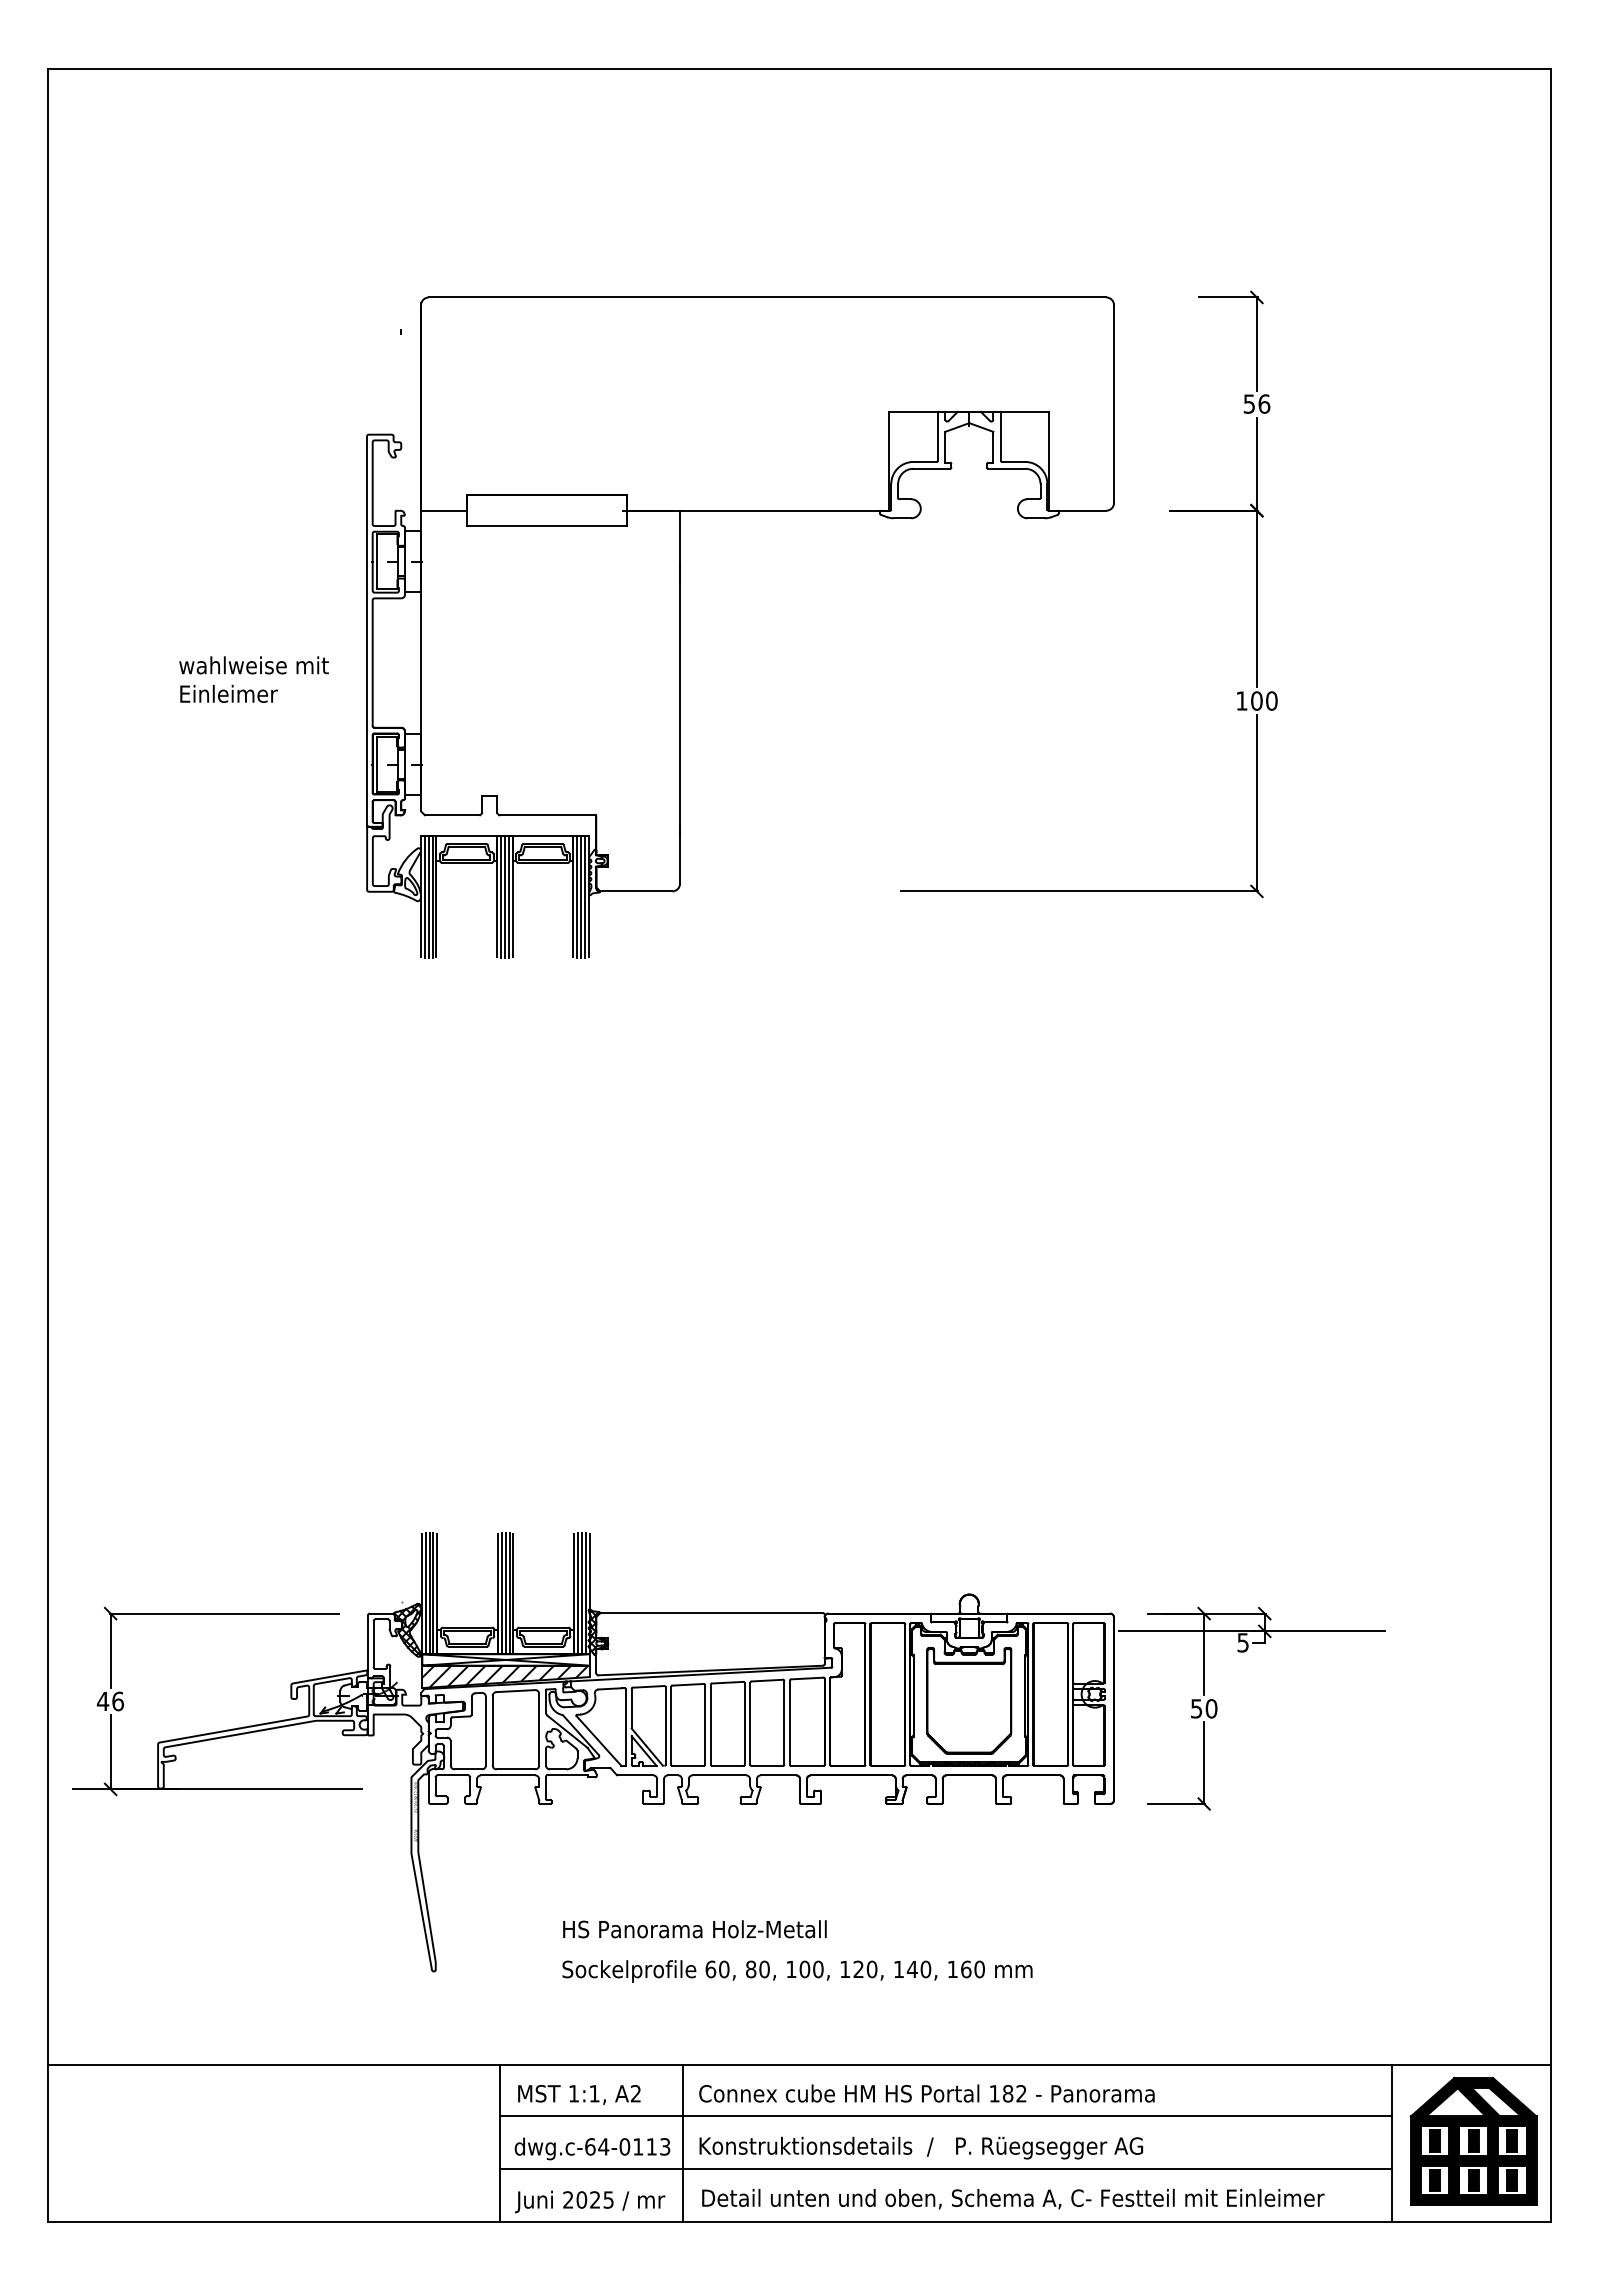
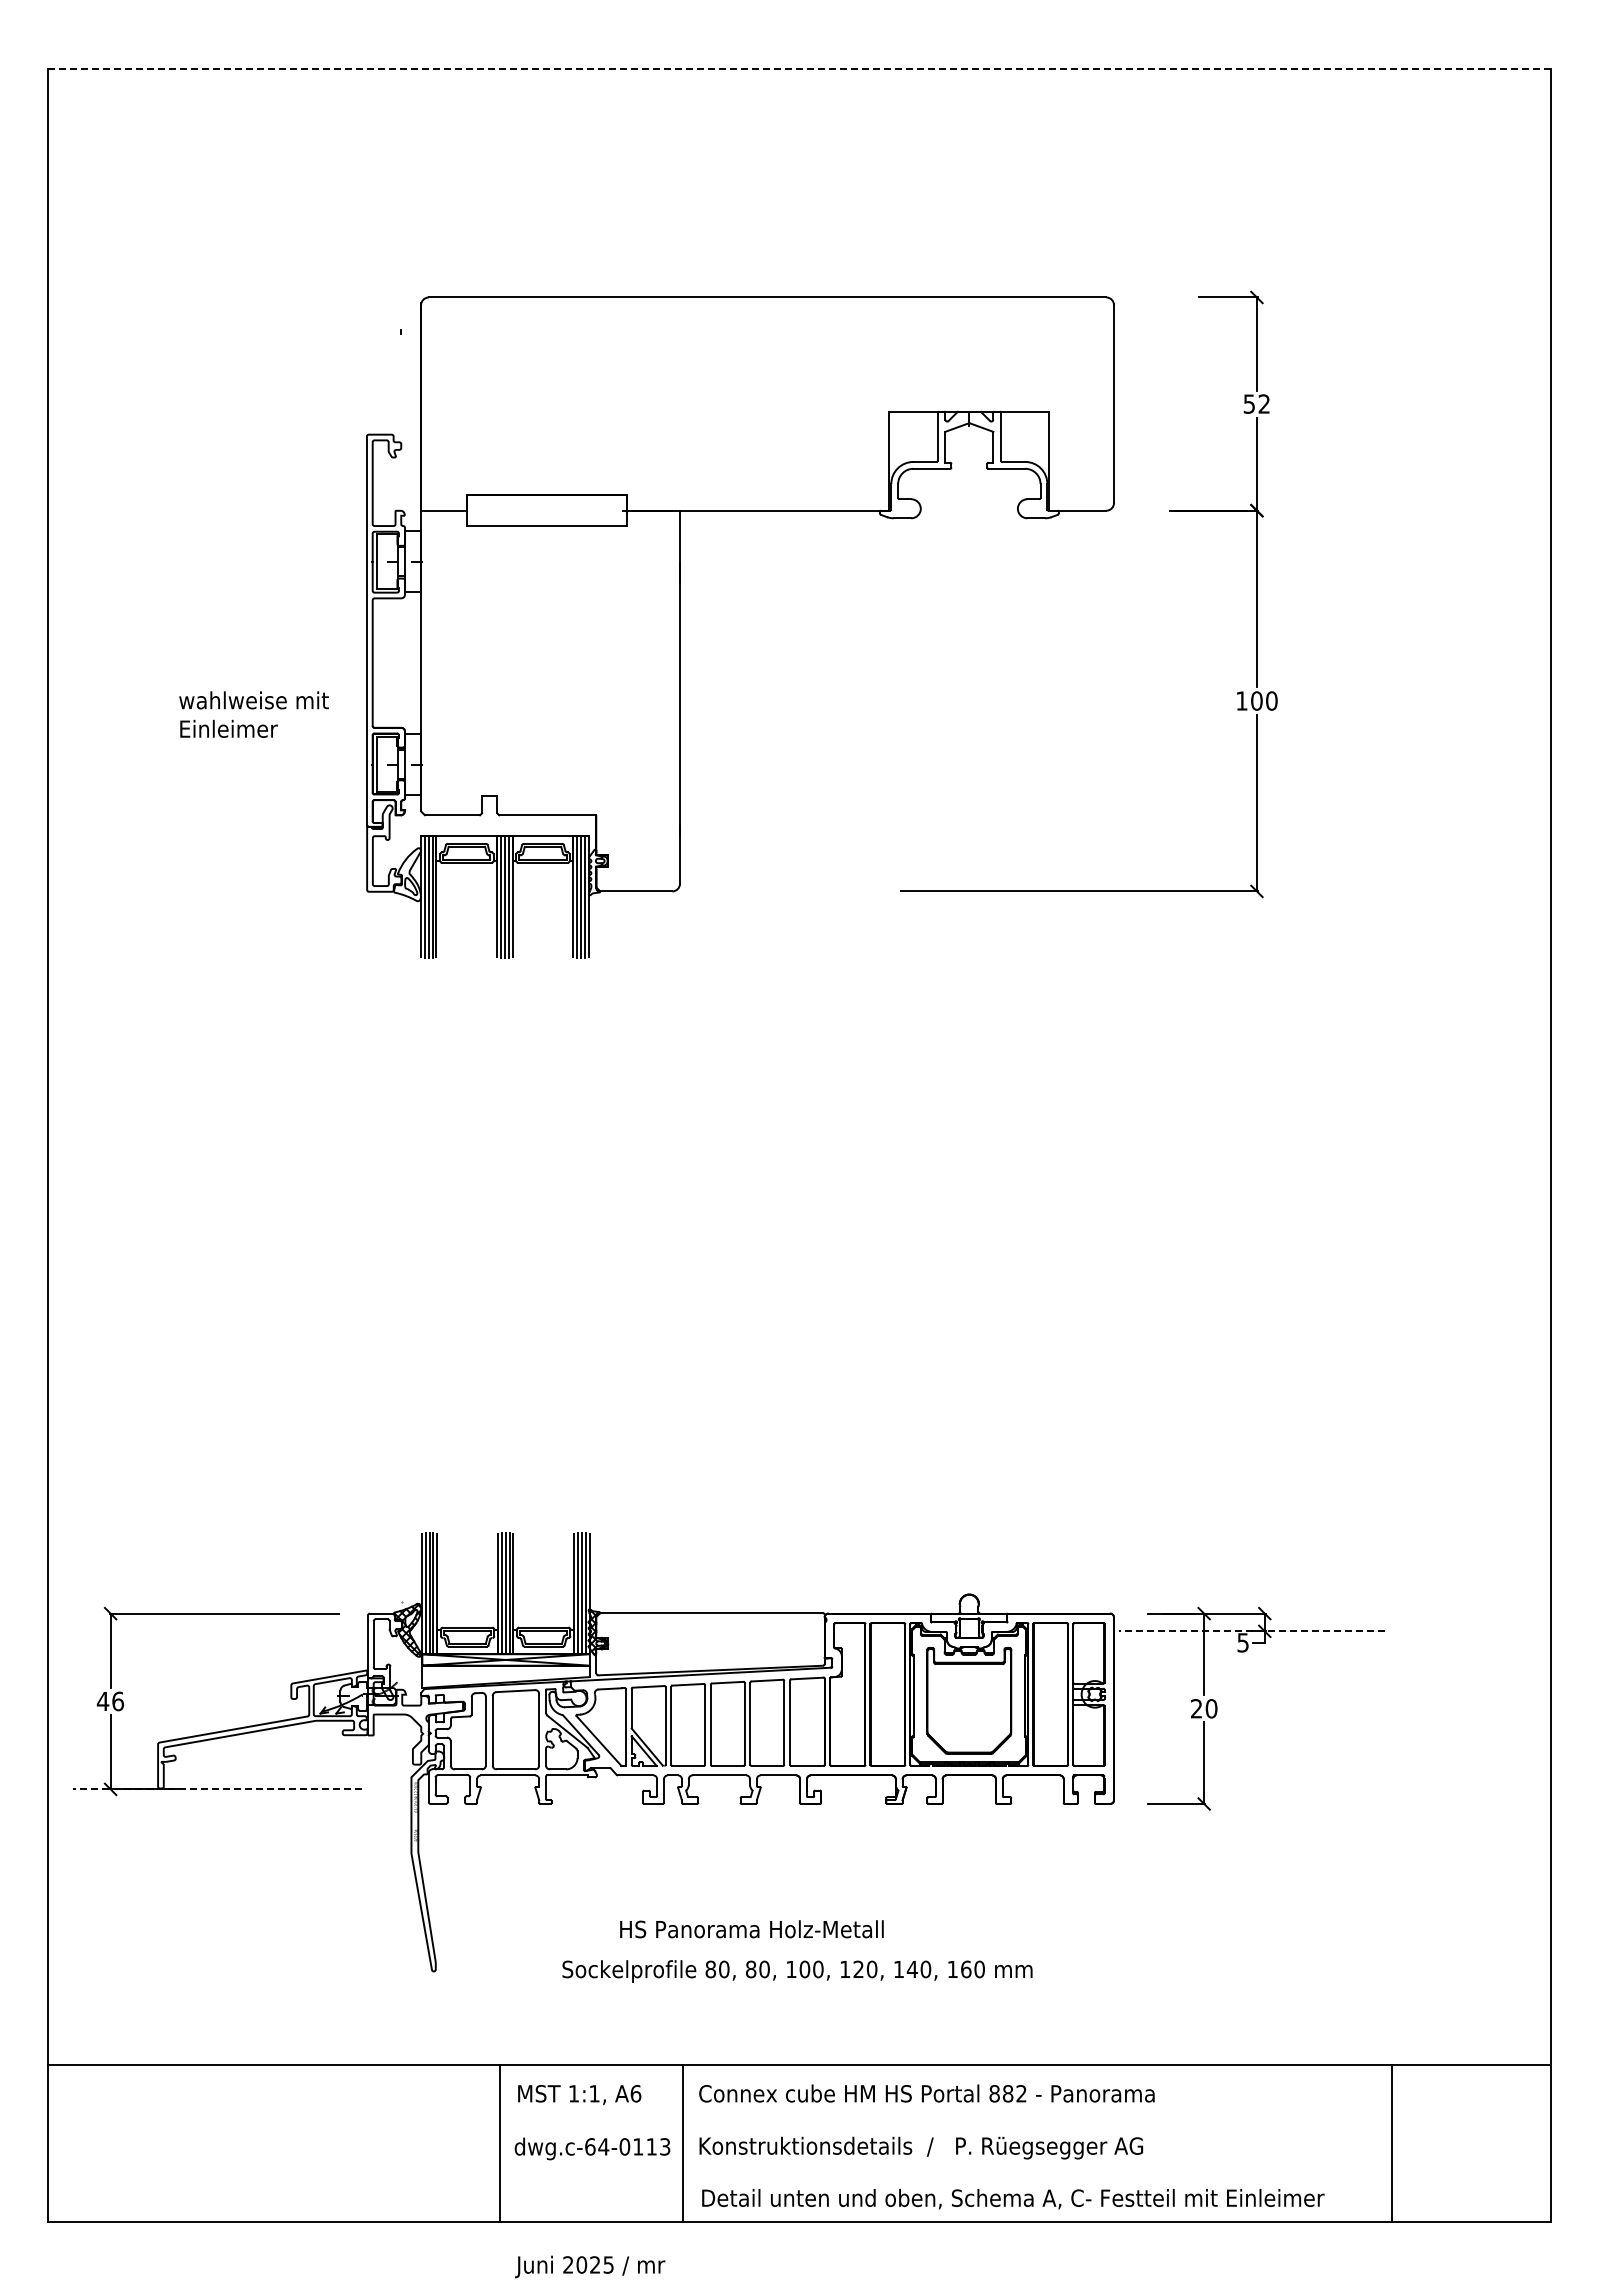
line at (798, 68): solid -> dashed
text at (1264, 403): 56 -> 52
text at (253, 679) position: (253, 679) -> (253, 714)
line at (1251, 1631): solid -> dashed
hatch at (505, 1676): present -> none
text at (1196, 1708): 50 -> 20
line at (217, 1789): solid -> dashed
text at (694, 1929) position: (694, 1929) -> (751, 1929)
text at (710, 1969): 60, -> 80,
text at (635, 2093): A2 -> A6
text at (994, 2093): 182 -> 882
line at (945, 2116): present -> none
part at (1473, 2140): present -> none
line at (945, 2169): present -> none
text at (590, 2201) position: (590, 2201) -> (590, 2266)
